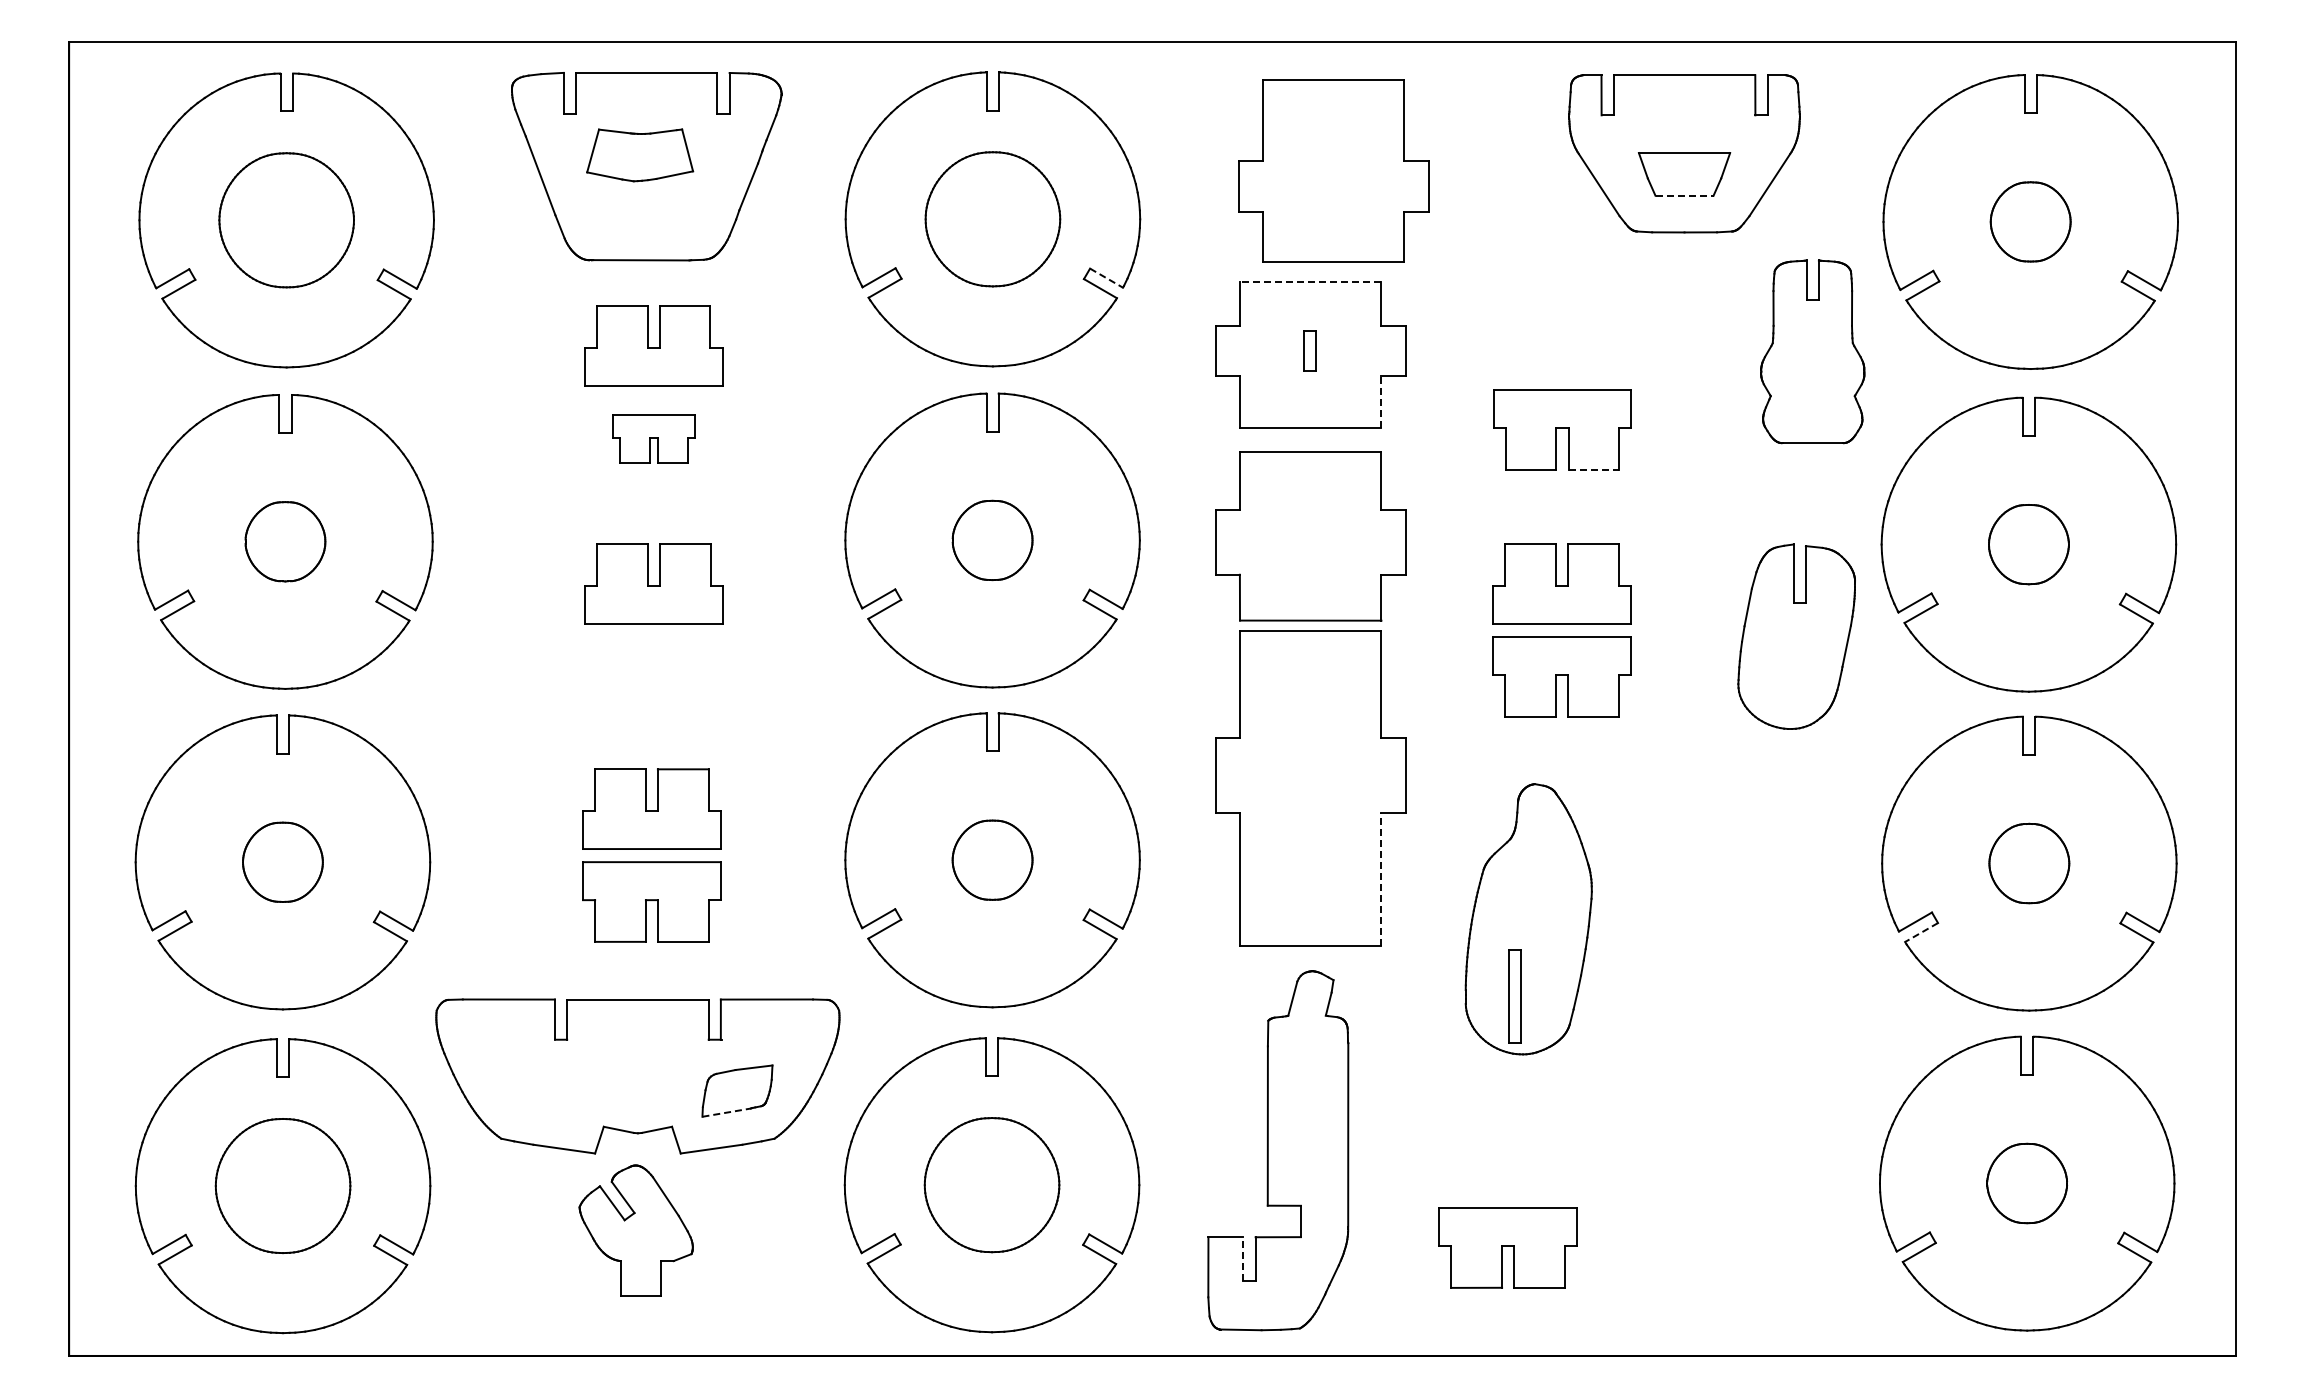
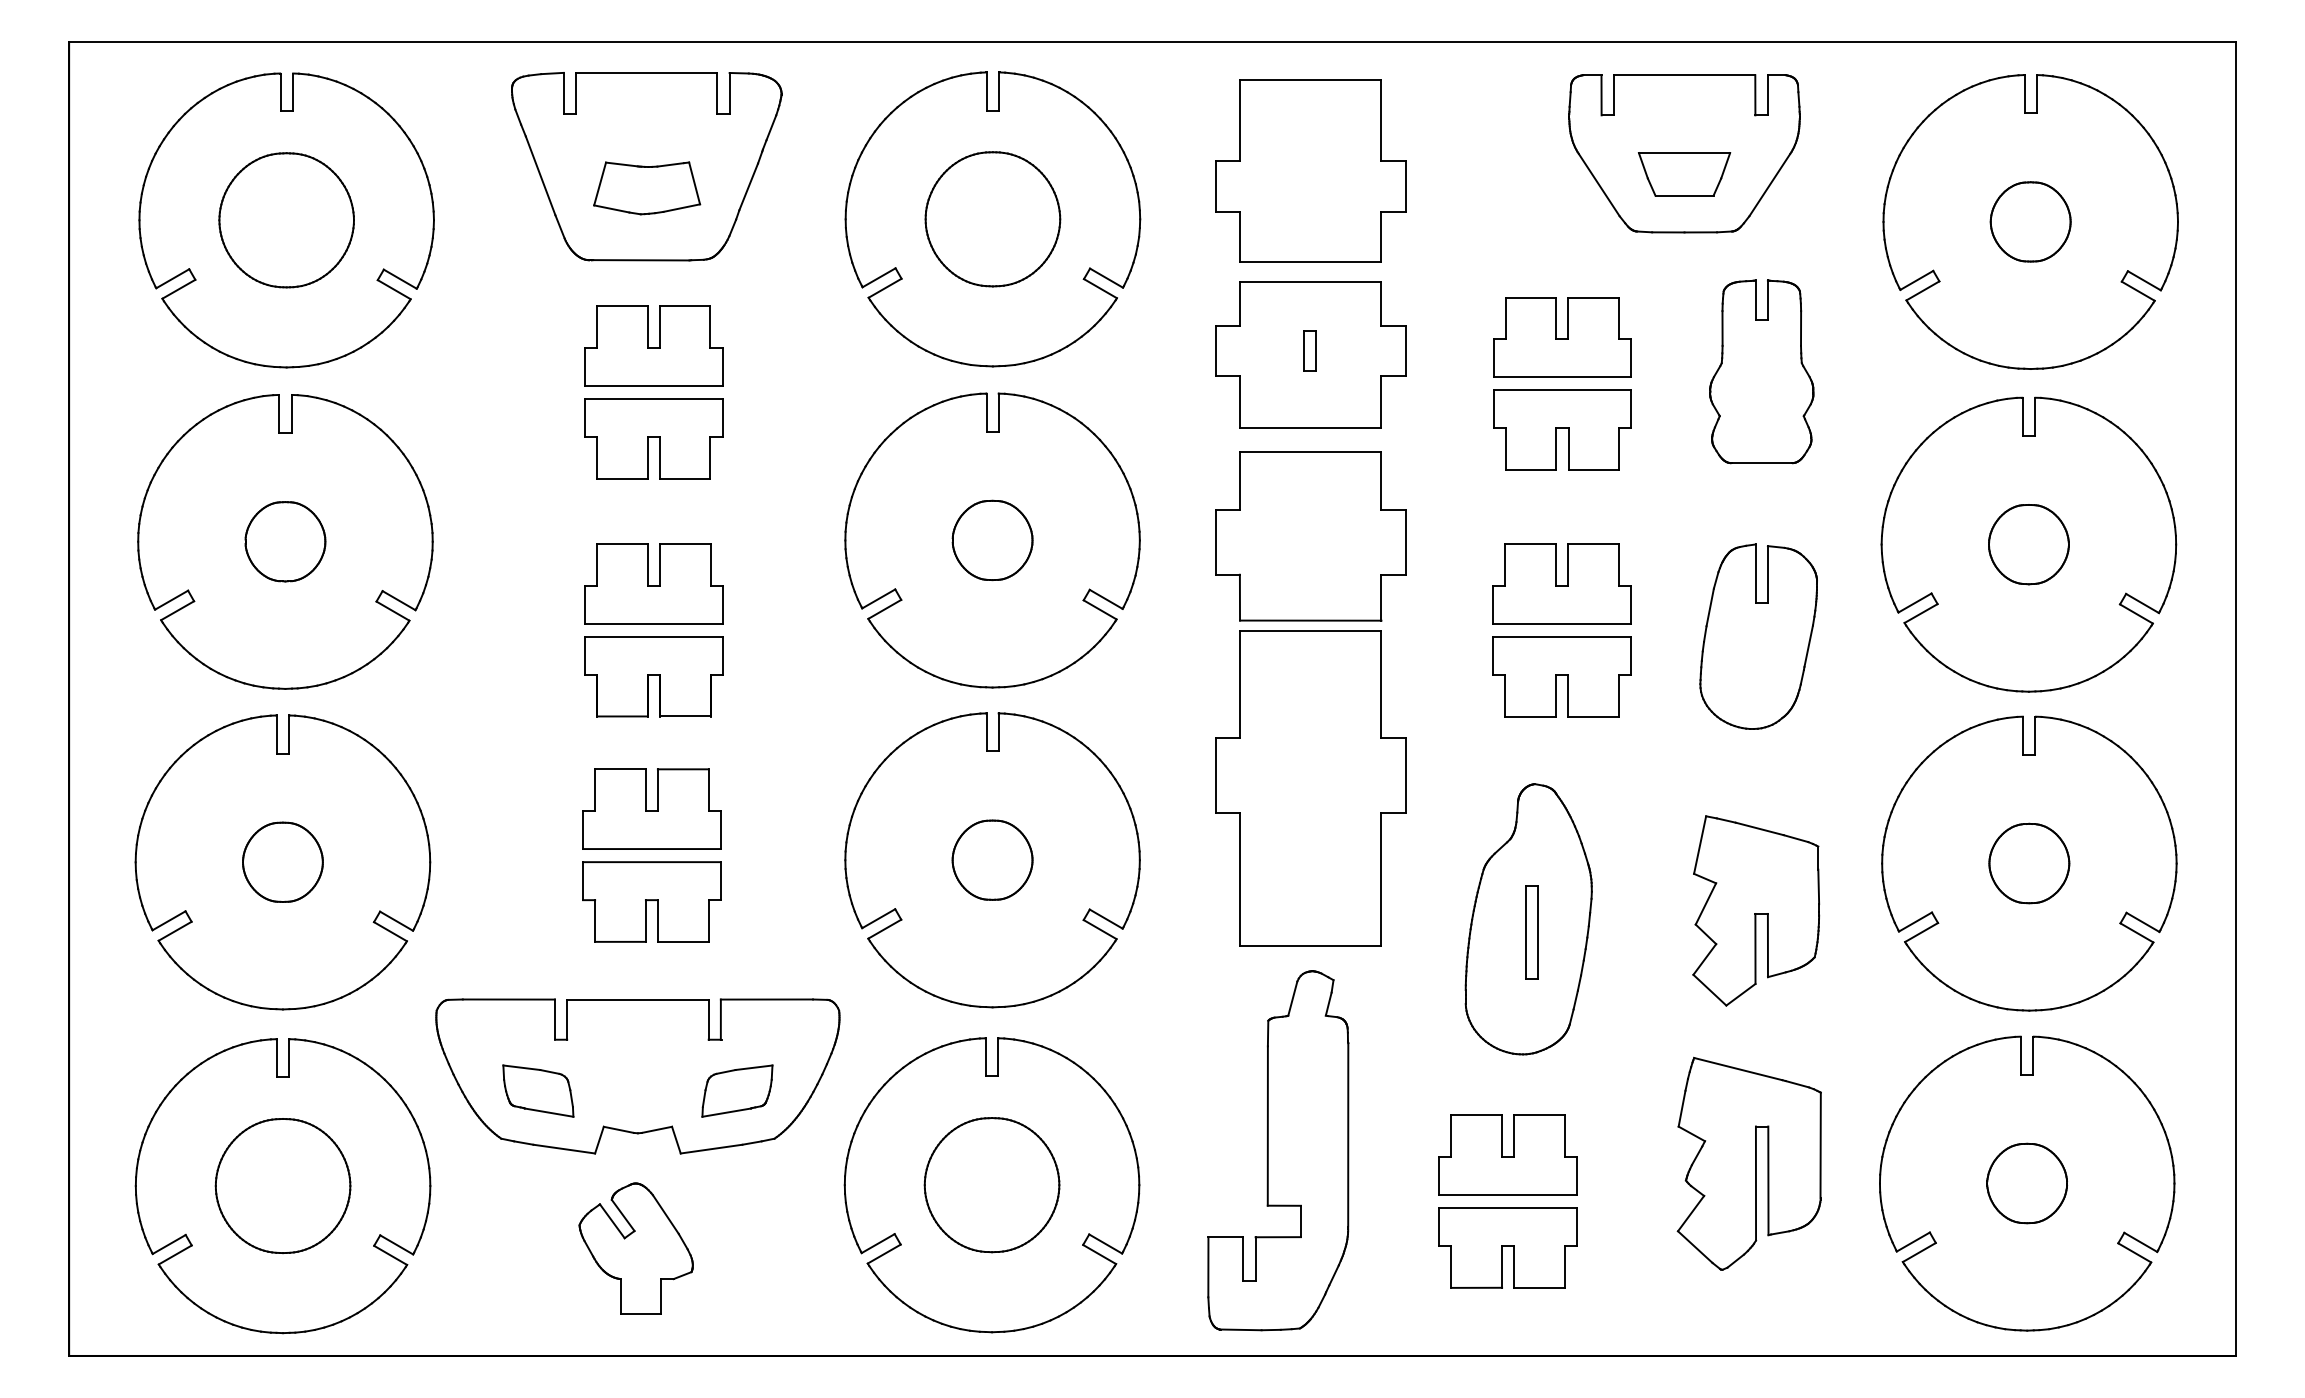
part at (640, 155) position: (640, 155) -> (647, 188)
part at (1333, 170) position: (1333, 170) -> (1310, 170)
line at (1685, 195): dashed -> solid
line at (1106, 278): dashed -> solid
line at (1310, 282): dashed -> solid
part at (1562, 337): none -> present
part at (1812, 351) position: (1812, 351) -> (1761, 371)
line at (1381, 402): dashed -> solid
part at (653, 438) size: 84x50 px -> 140x82 px
line at (1594, 470): dashed -> solid
part at (1796, 636) position: (1796, 636) -> (1758, 636)
part at (653, 676): none -> present
line at (1381, 879): dashed -> solid
part at (1756, 910): none -> present
line at (1921, 932): dashed -> solid
part at (1514, 996) position: (1514, 996) -> (1531, 932)
part at (538, 1090): none -> present
line at (726, 1112): dashed -> solid
part at (1507, 1154): none -> present
part at (1748, 1163): none -> present
part at (635, 1230) position: (635, 1230) -> (635, 1248)
line at (1243, 1259): dashed -> solid
